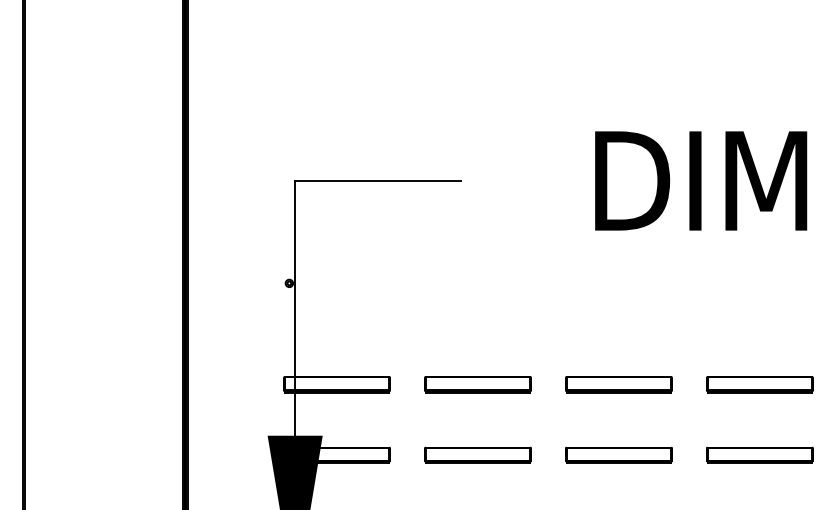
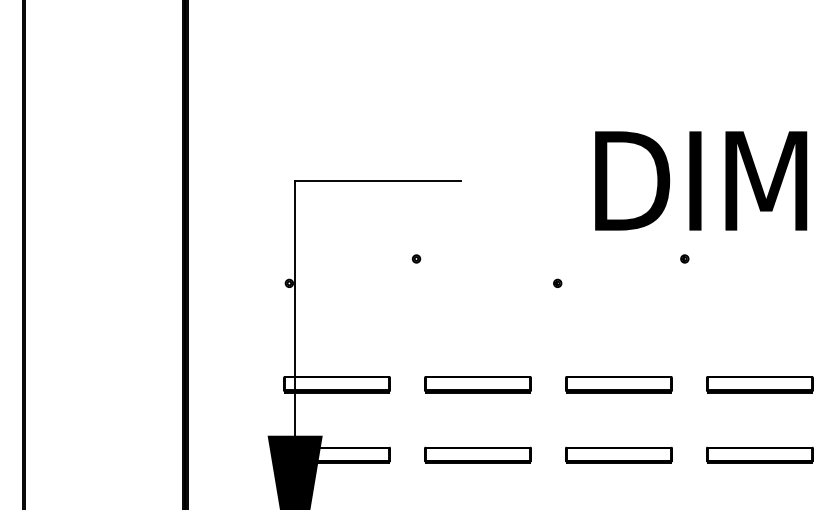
part at (416, 258): none -> present
part at (684, 258): none -> present
part at (557, 282): none -> present
